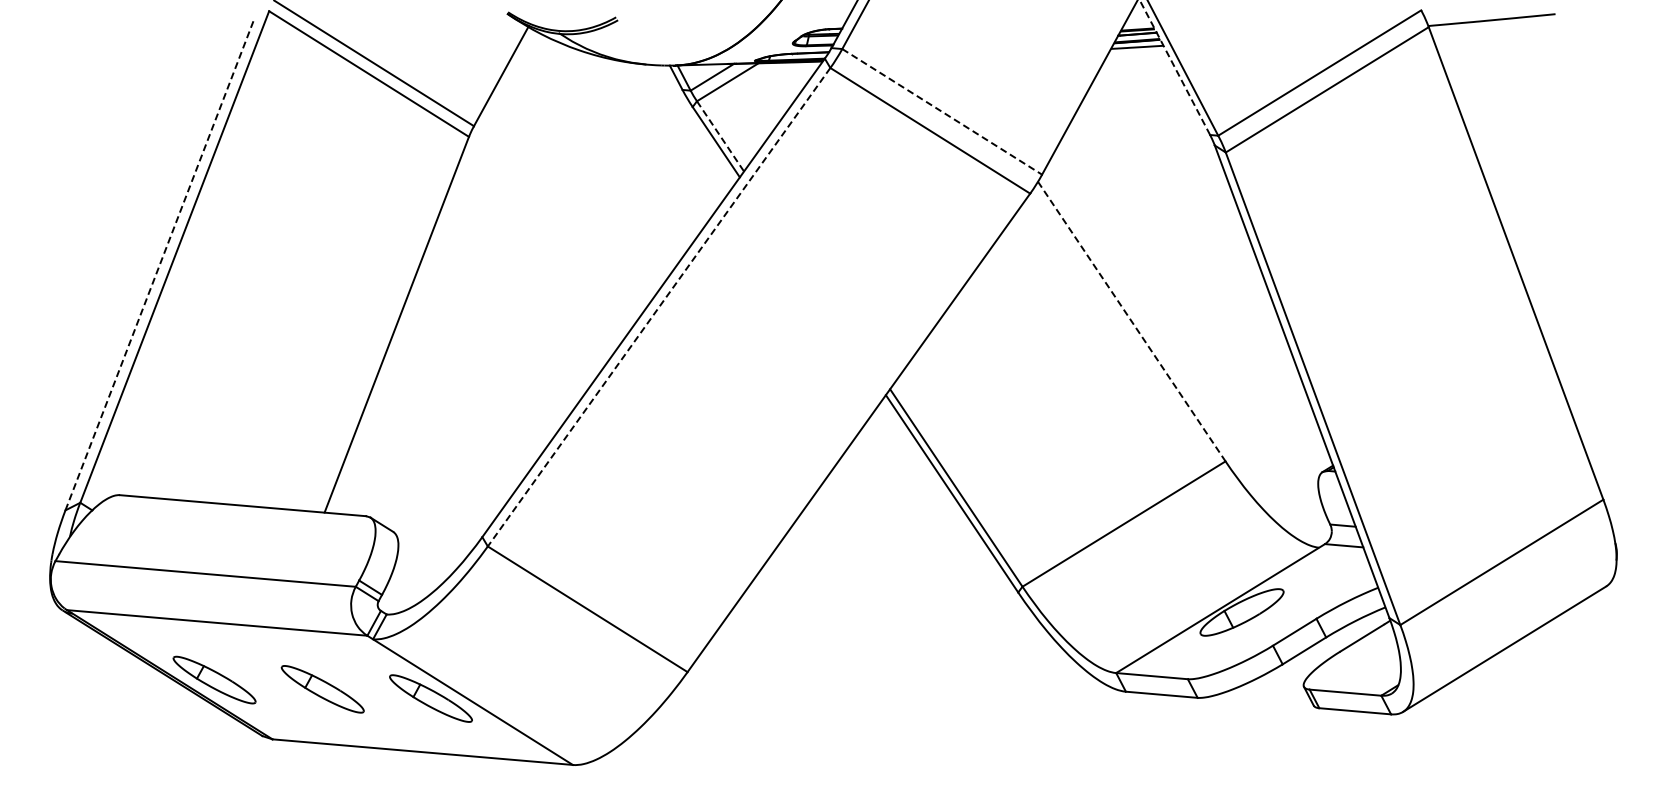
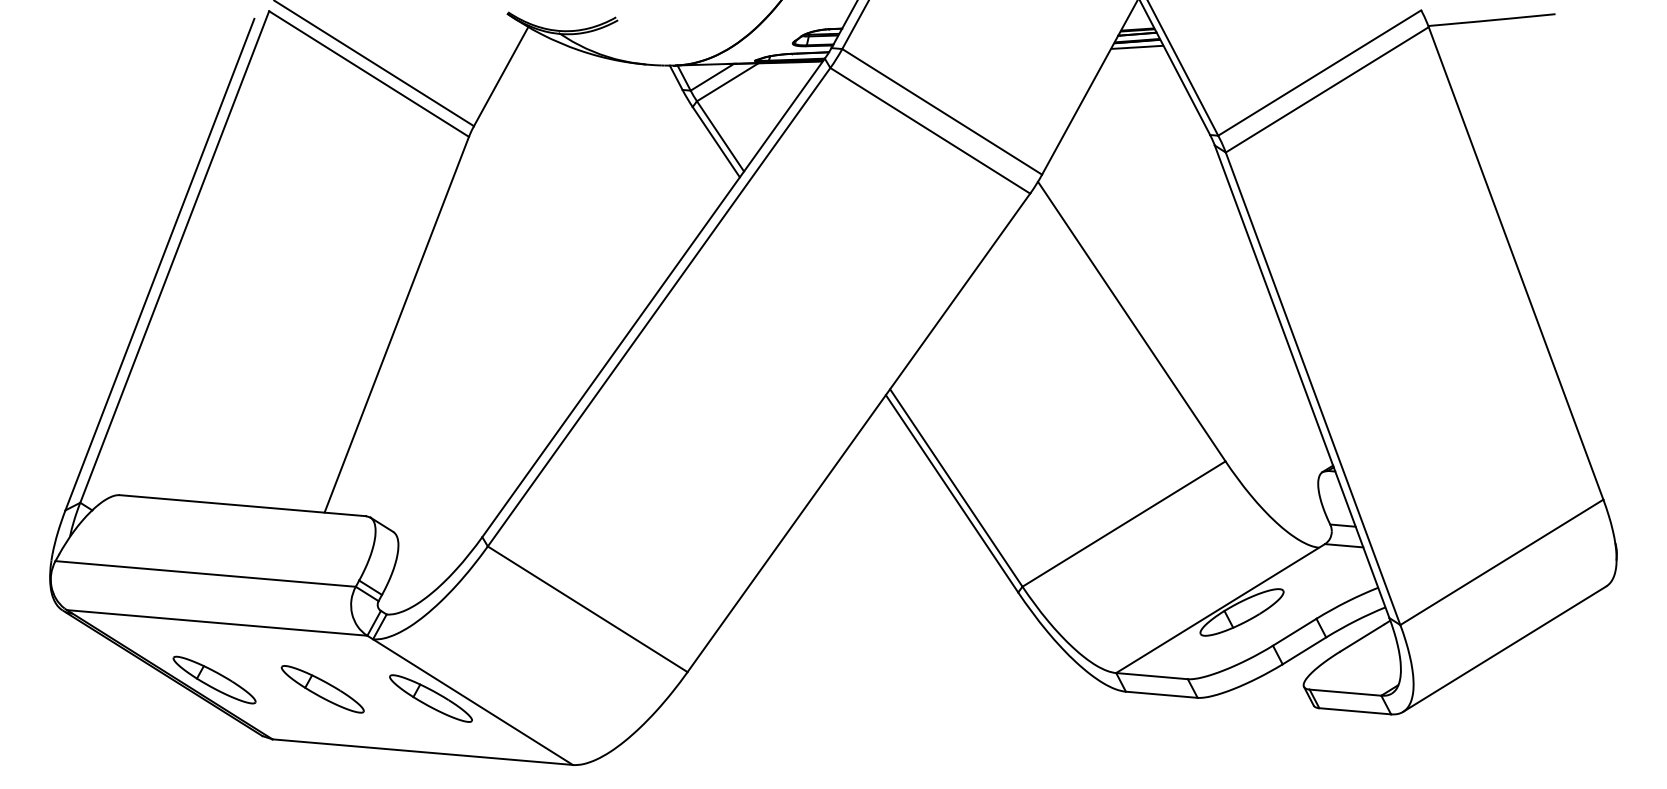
line at (1174, 67): dashed -> solid
line at (942, 112): dashed -> solid
line at (720, 136): dashed -> solid
line at (160, 264): dashed -> solid
line at (658, 307): dashed -> solid
line at (1132, 322): dashed -> solid
